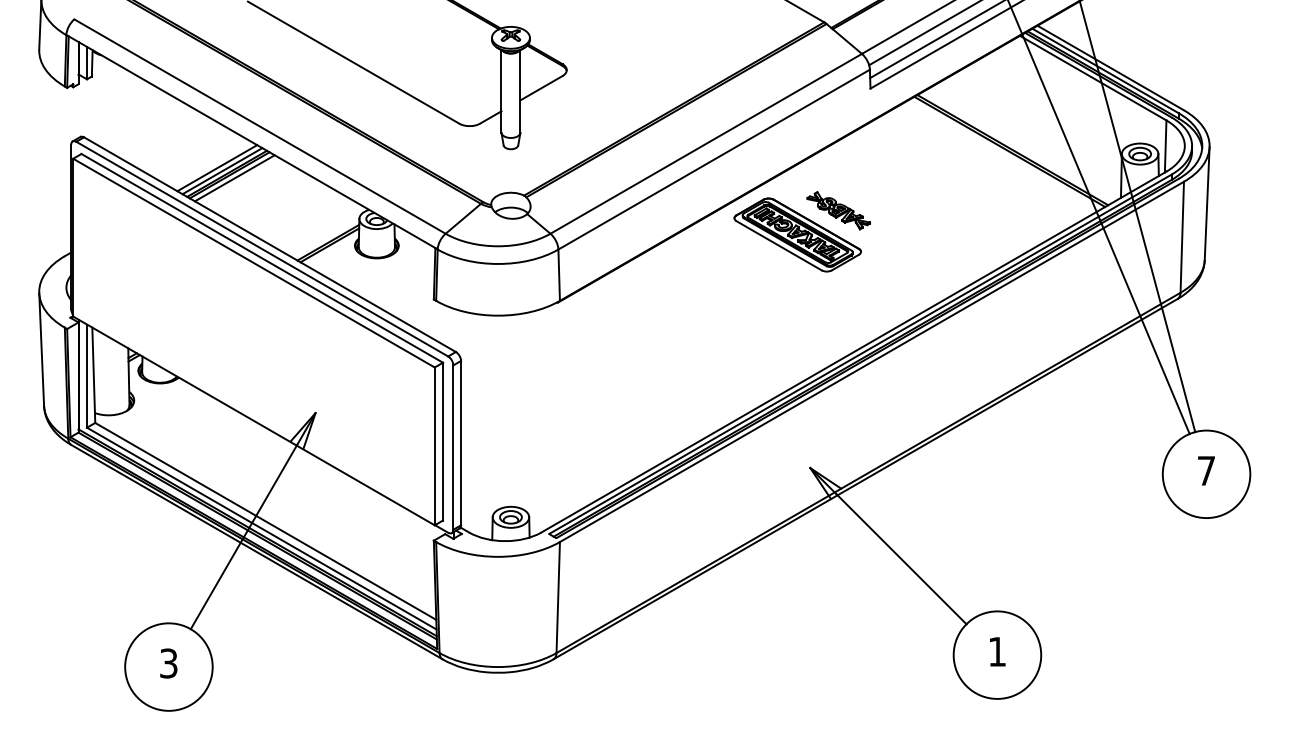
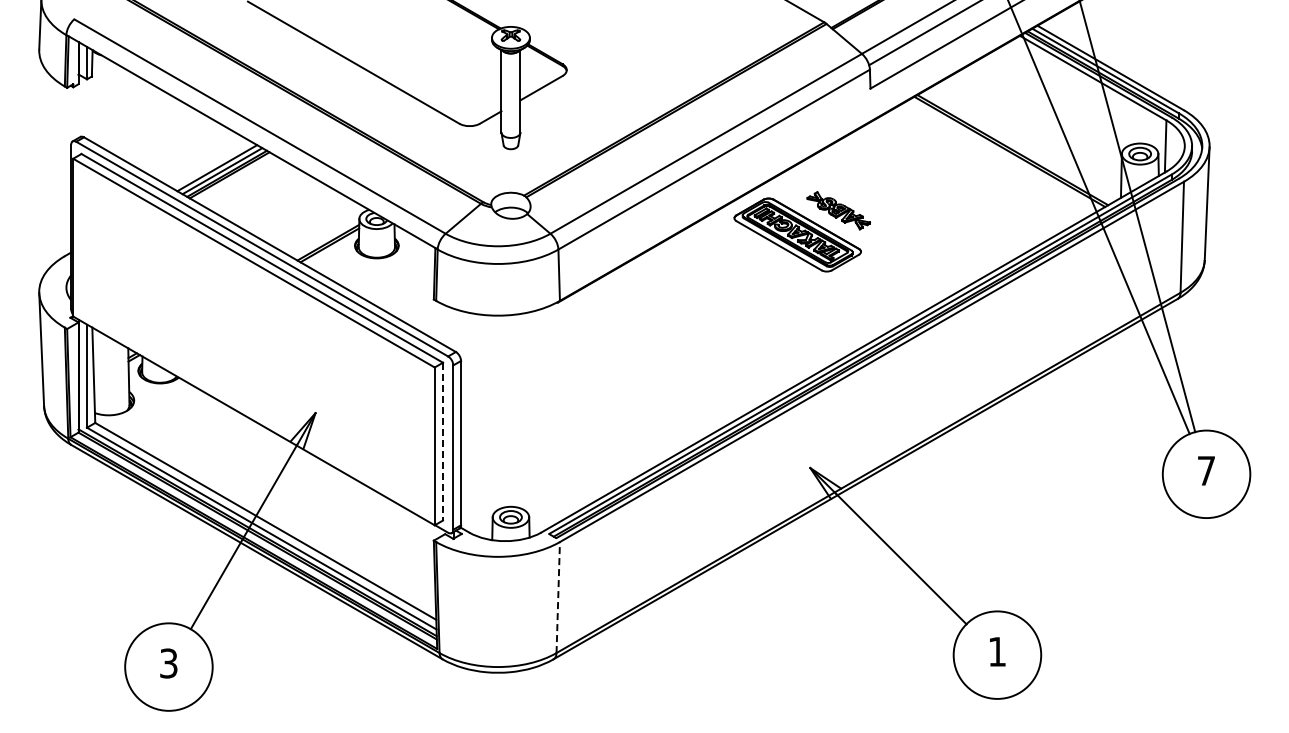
line at (935, 40): present -> none
line at (234, 178): present -> none
line at (443, 441): solid -> dashed
line at (558, 597): solid -> dashed
